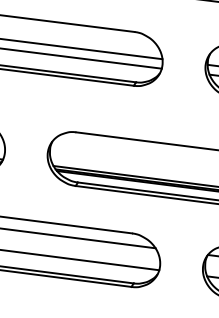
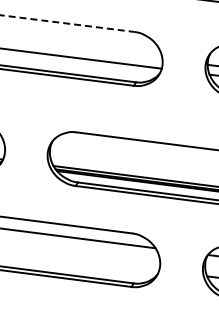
line at (68, 23): solid -> dashed
line at (82, 49): present -> none
line at (80, 260): present -> none
